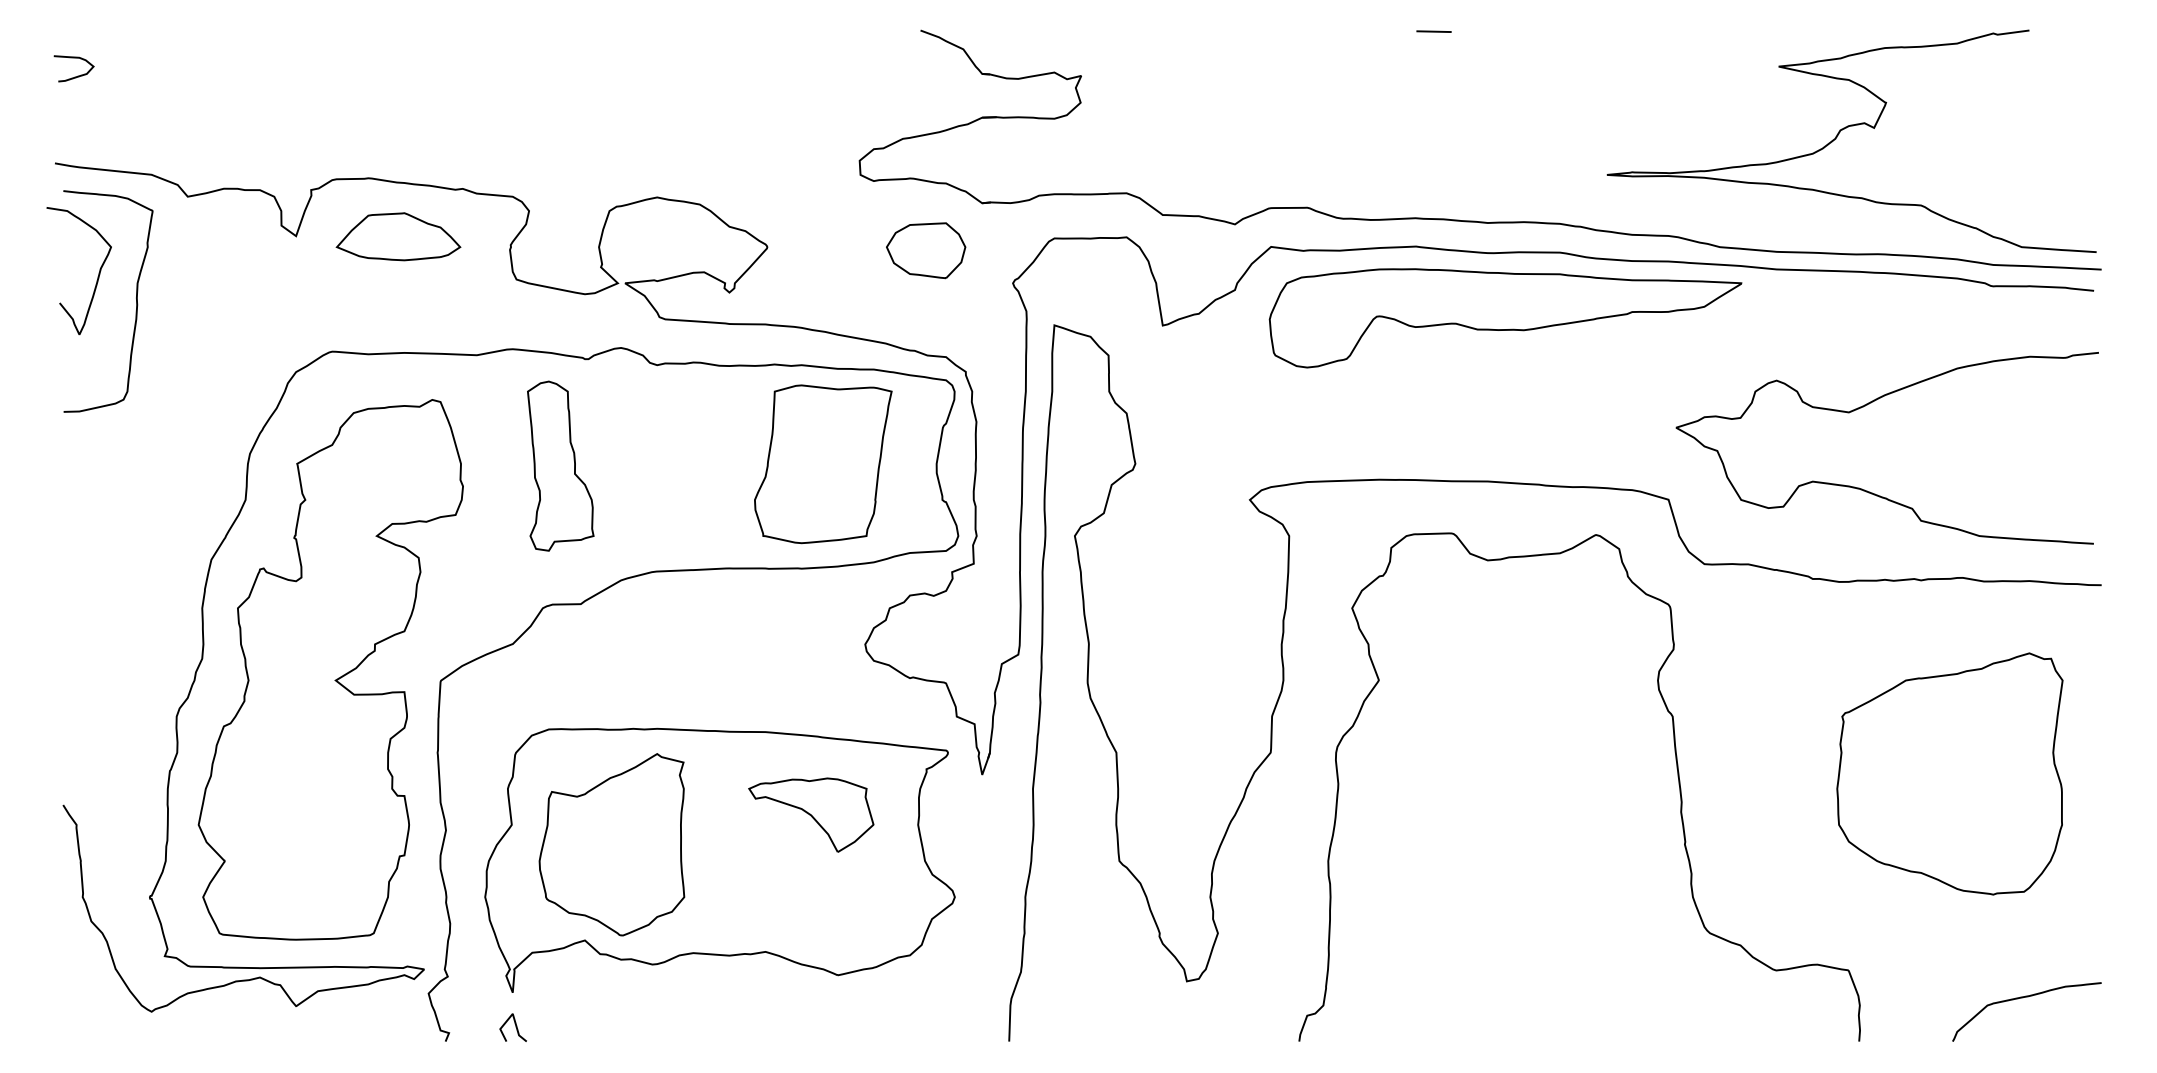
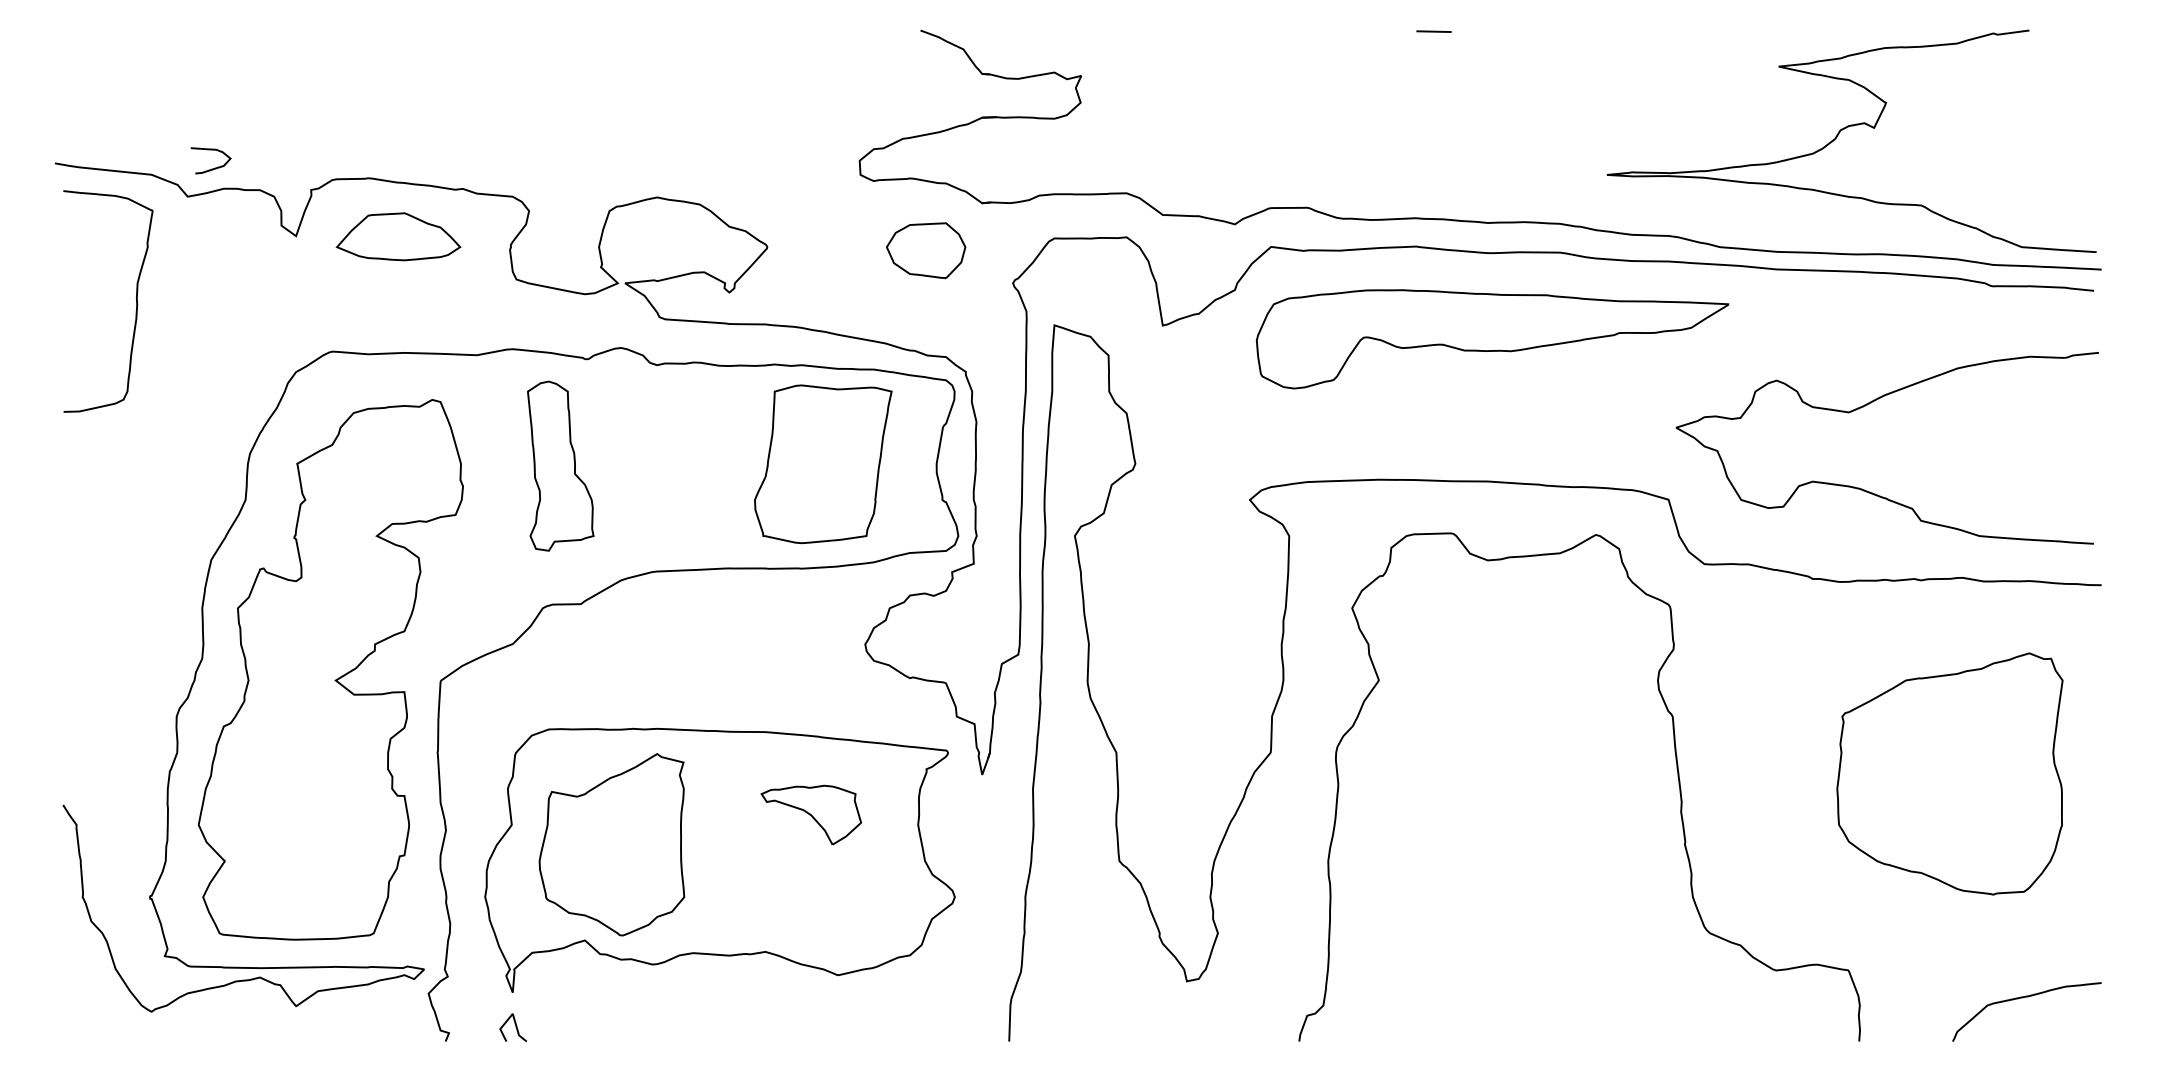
curve at (77, 75) position: (77, 75) -> (214, 167)
curve at (97, 276): present -> none
part at (1505, 318) position: (1505, 318) -> (1492, 339)
part at (811, 814) size: 127x76 px -> 102x62 px
